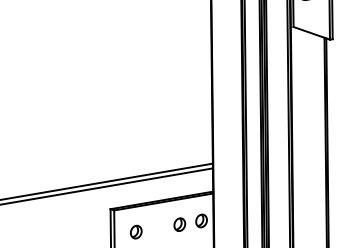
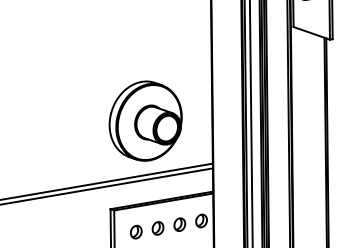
part at (145, 120): none -> present
line at (250, 123): none -> present
part at (157, 228): none -> present
